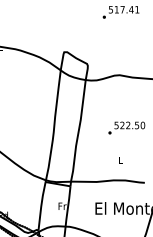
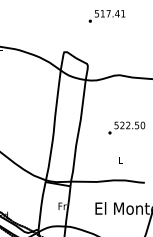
text at (120, 12) position: (120, 12) -> (106, 16)
